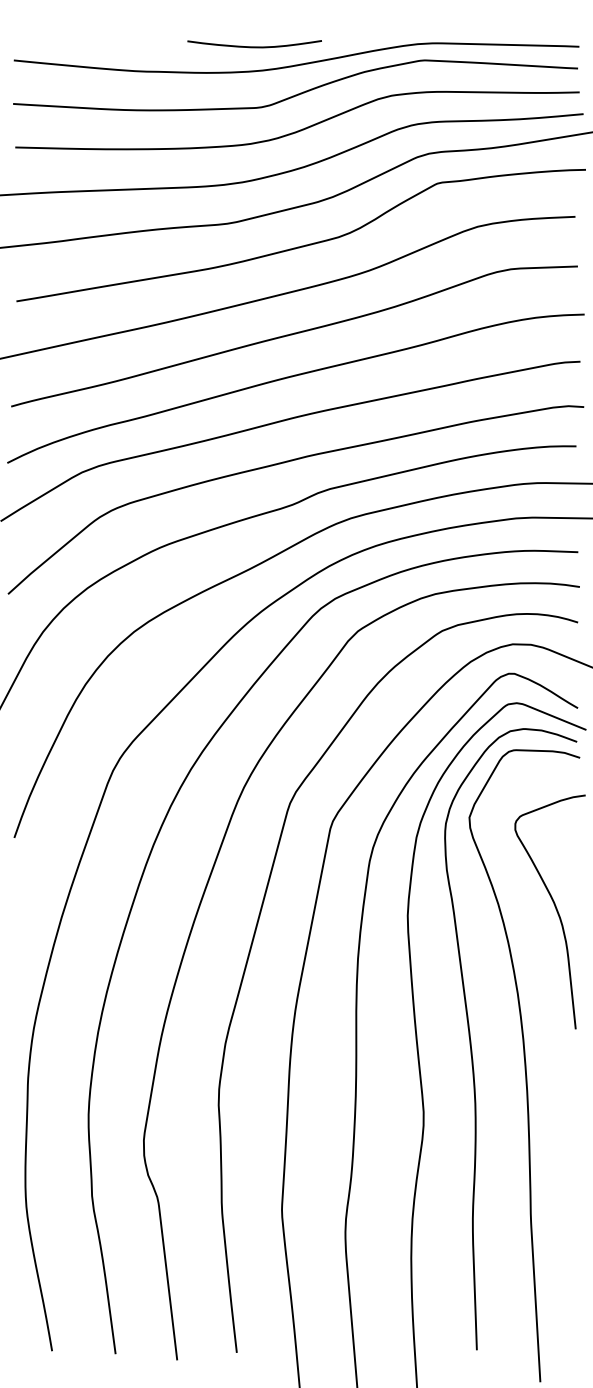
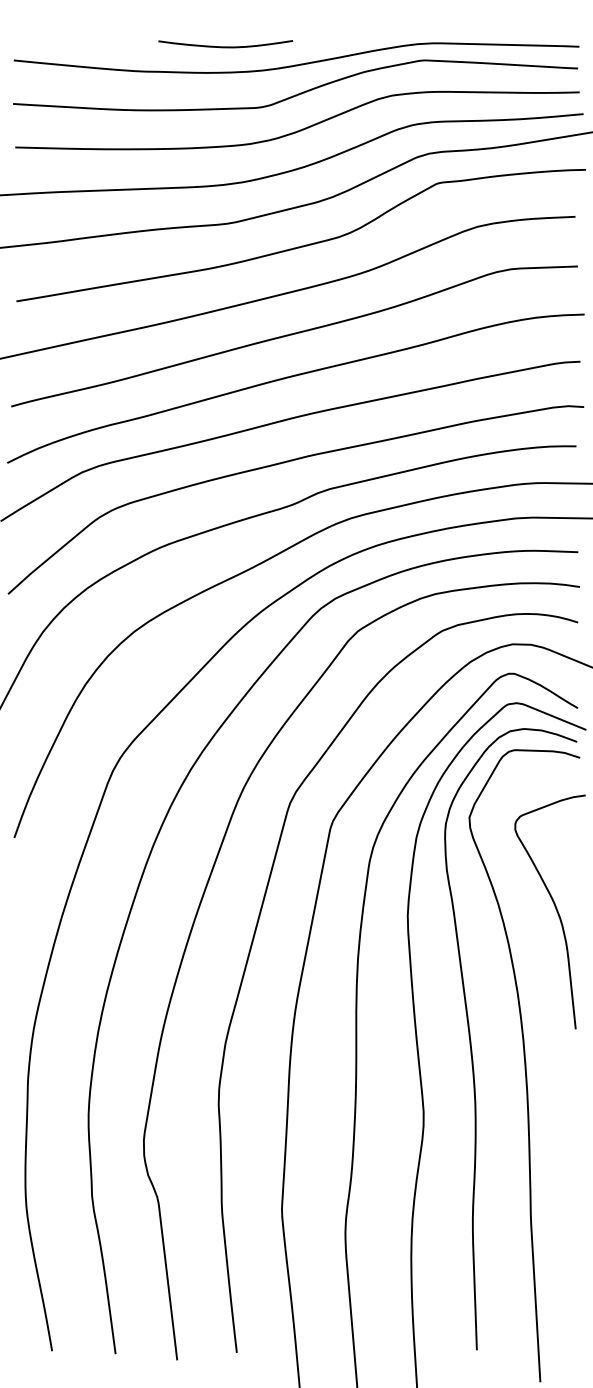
curve at (254, 46) position: (254, 46) -> (225, 46)
